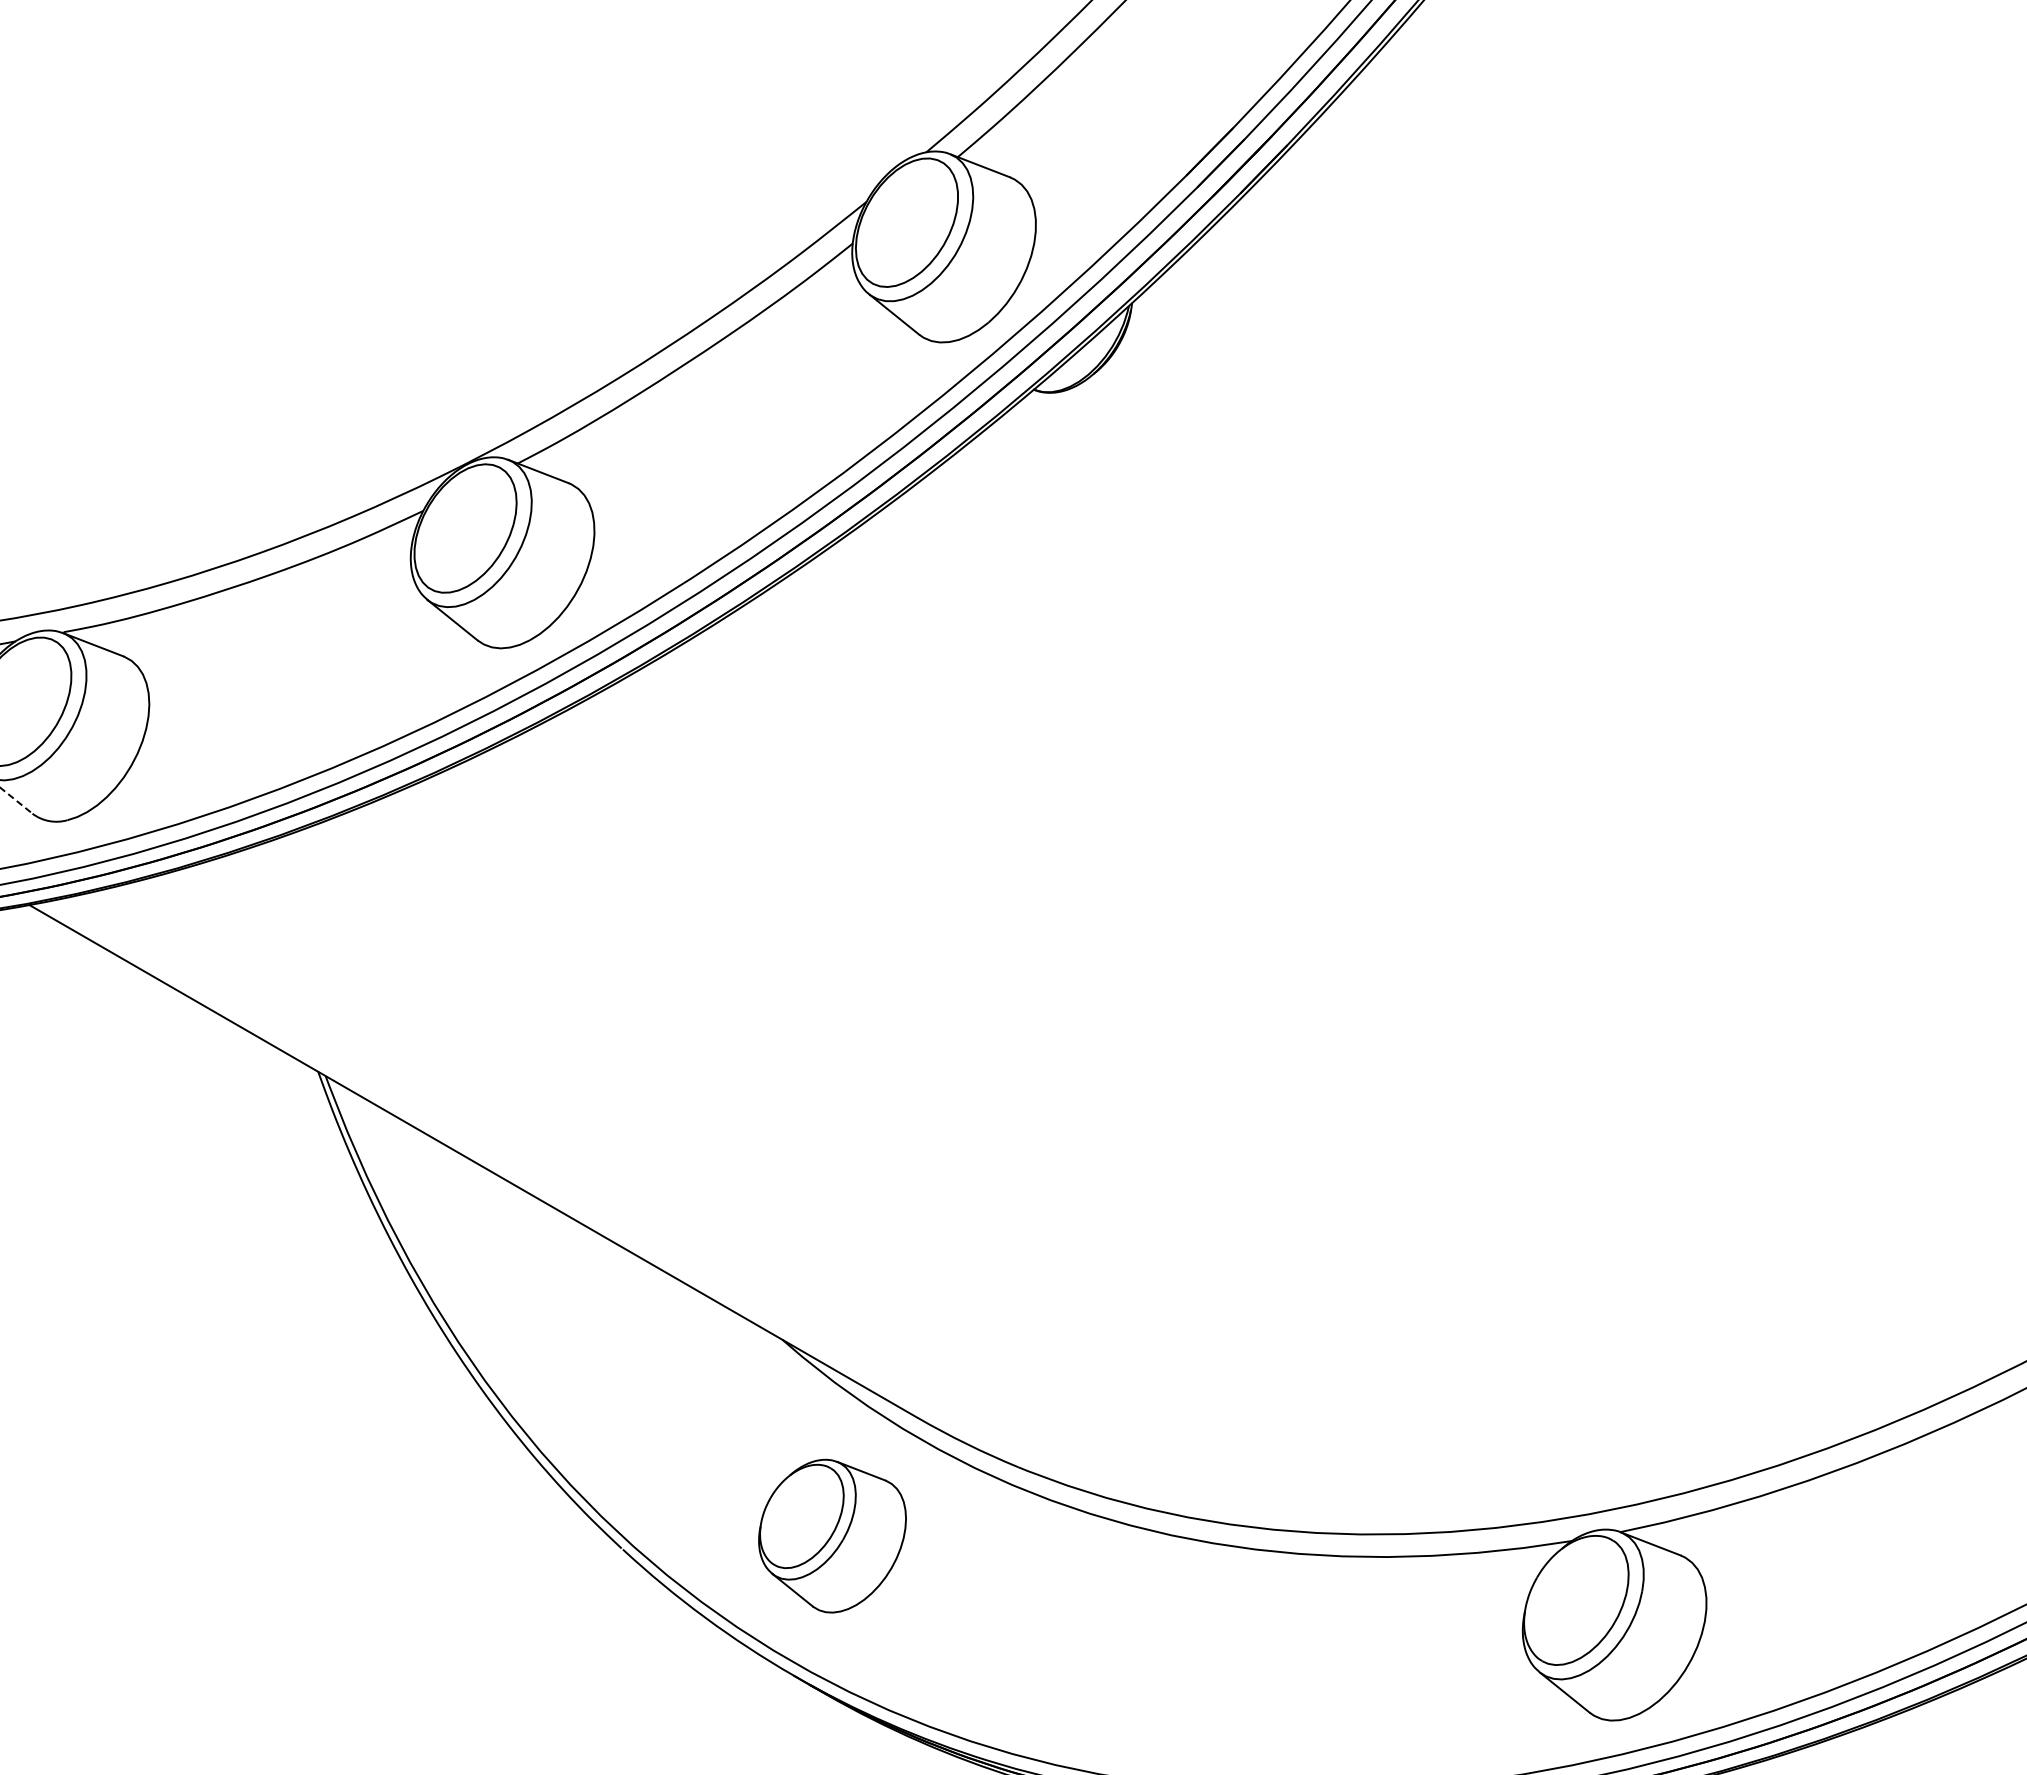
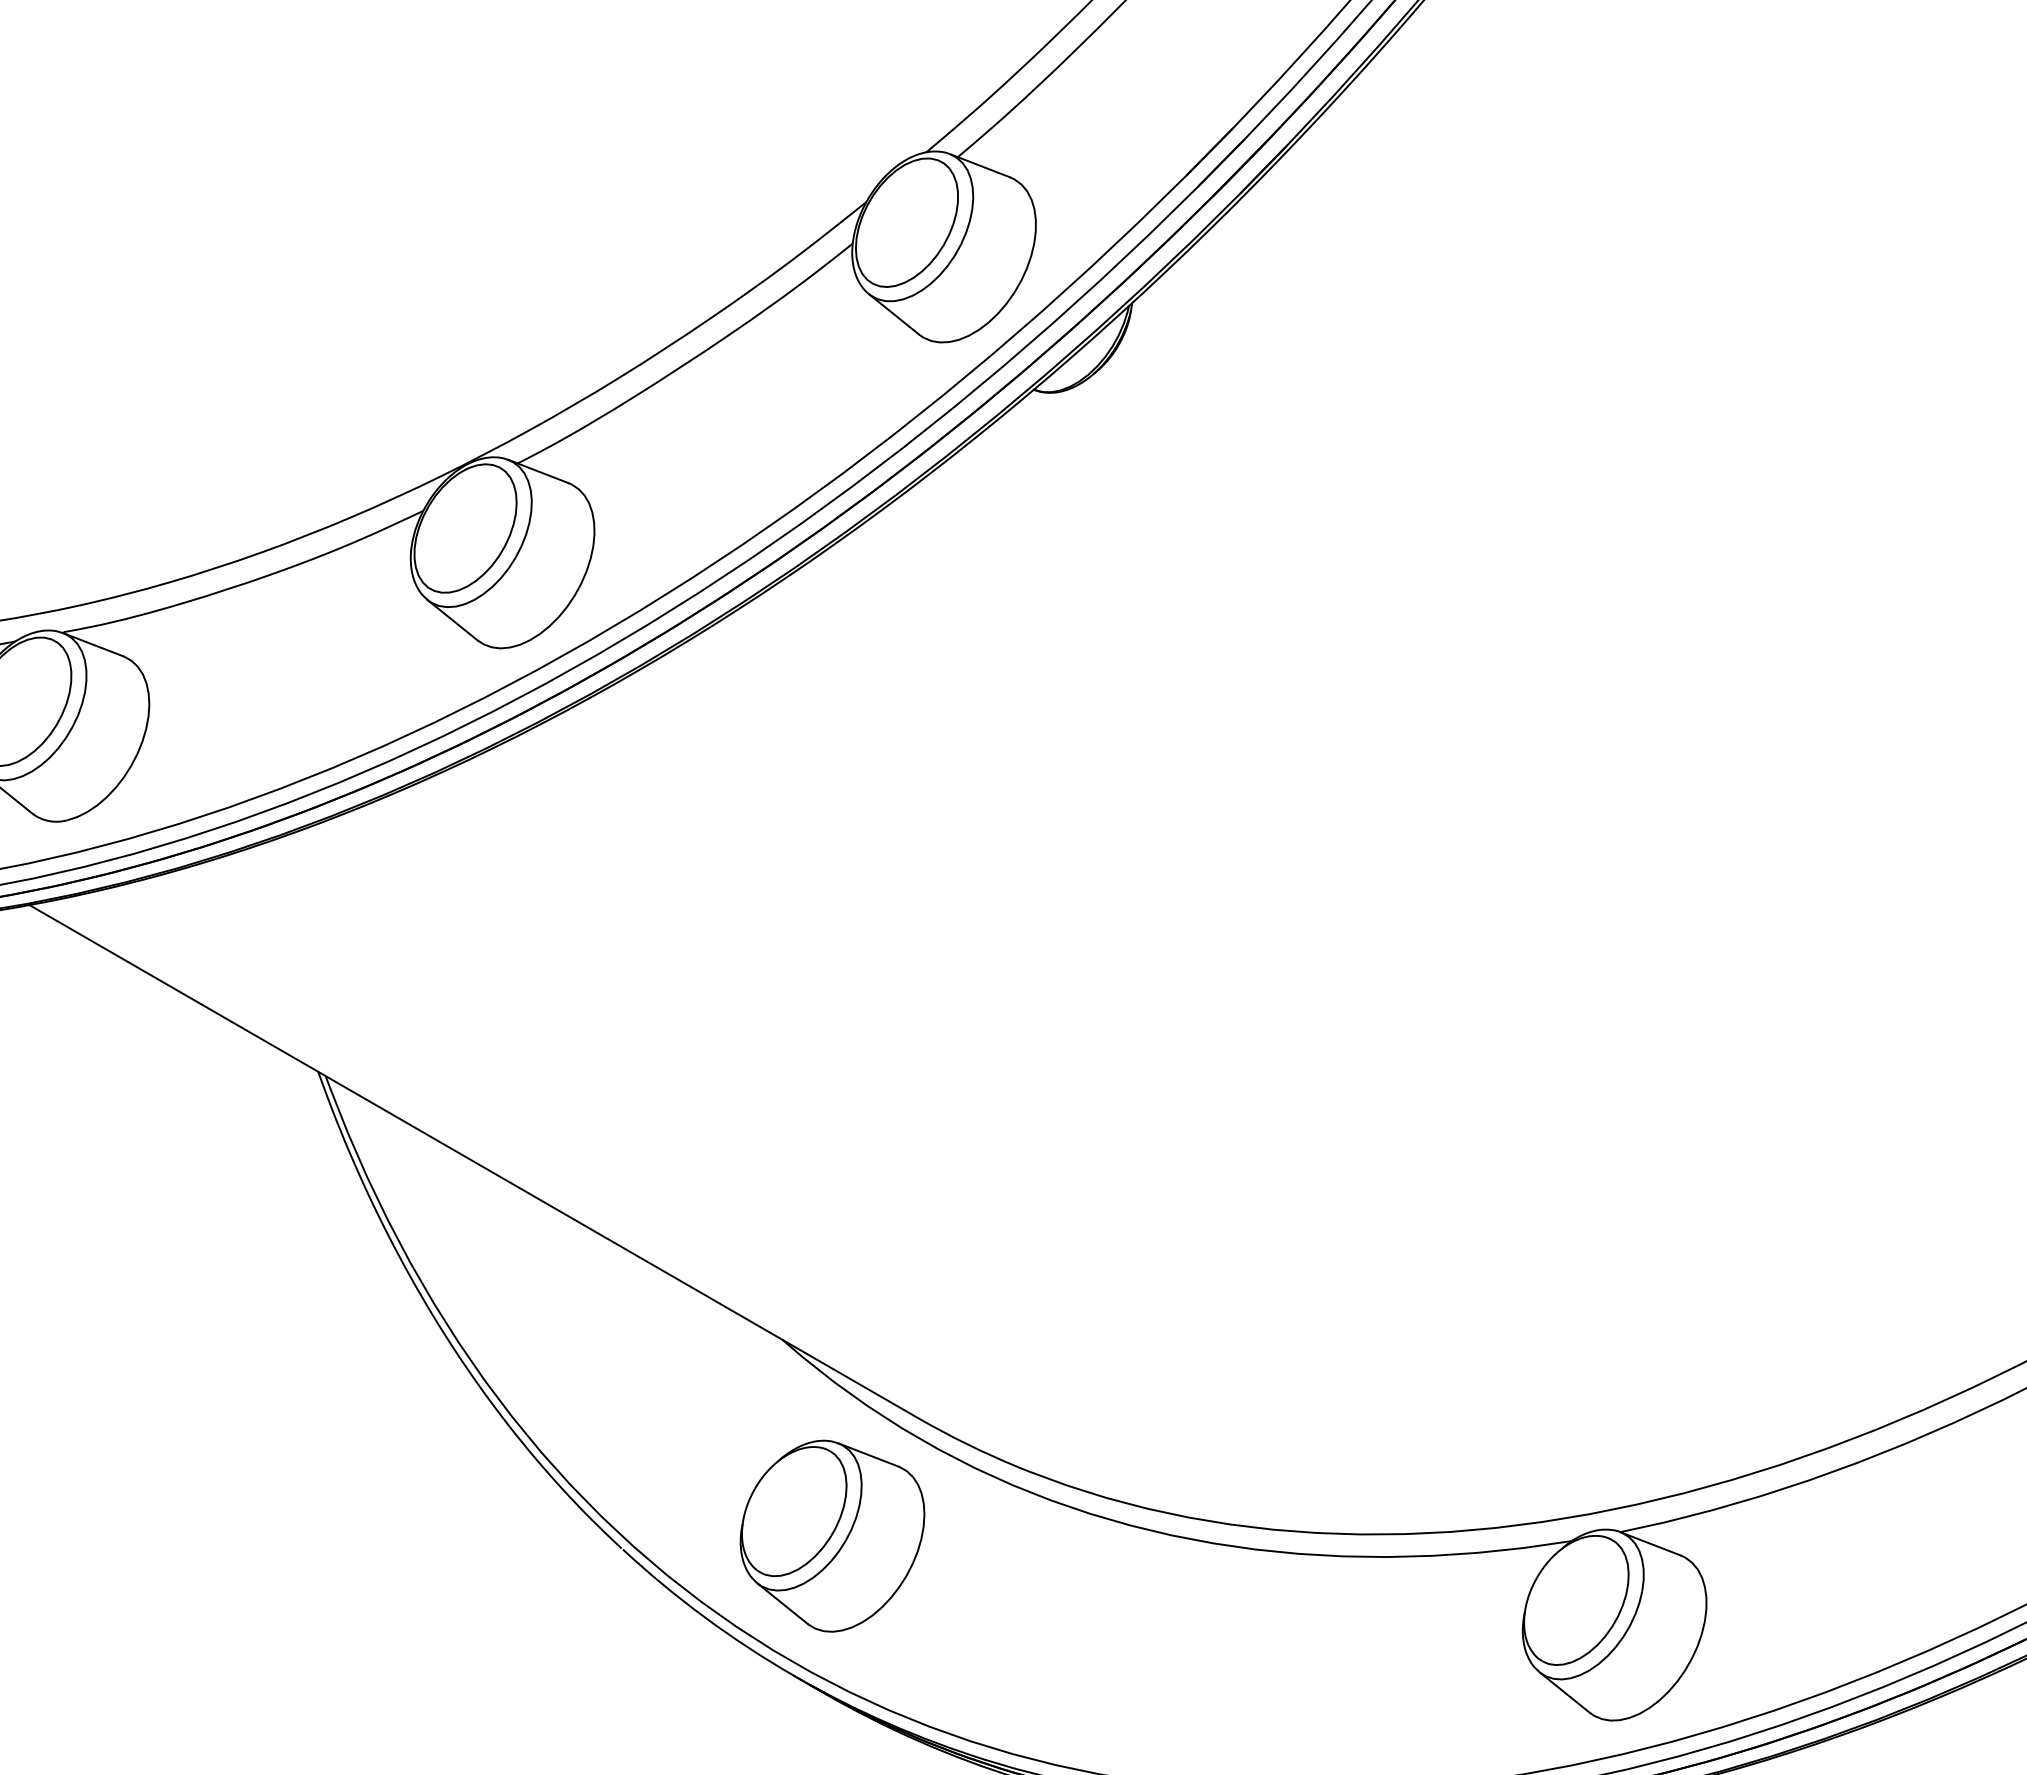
line at (16, 800): dashed -> solid
part at (832, 1535) size: 149x156 px -> 187x194 px
